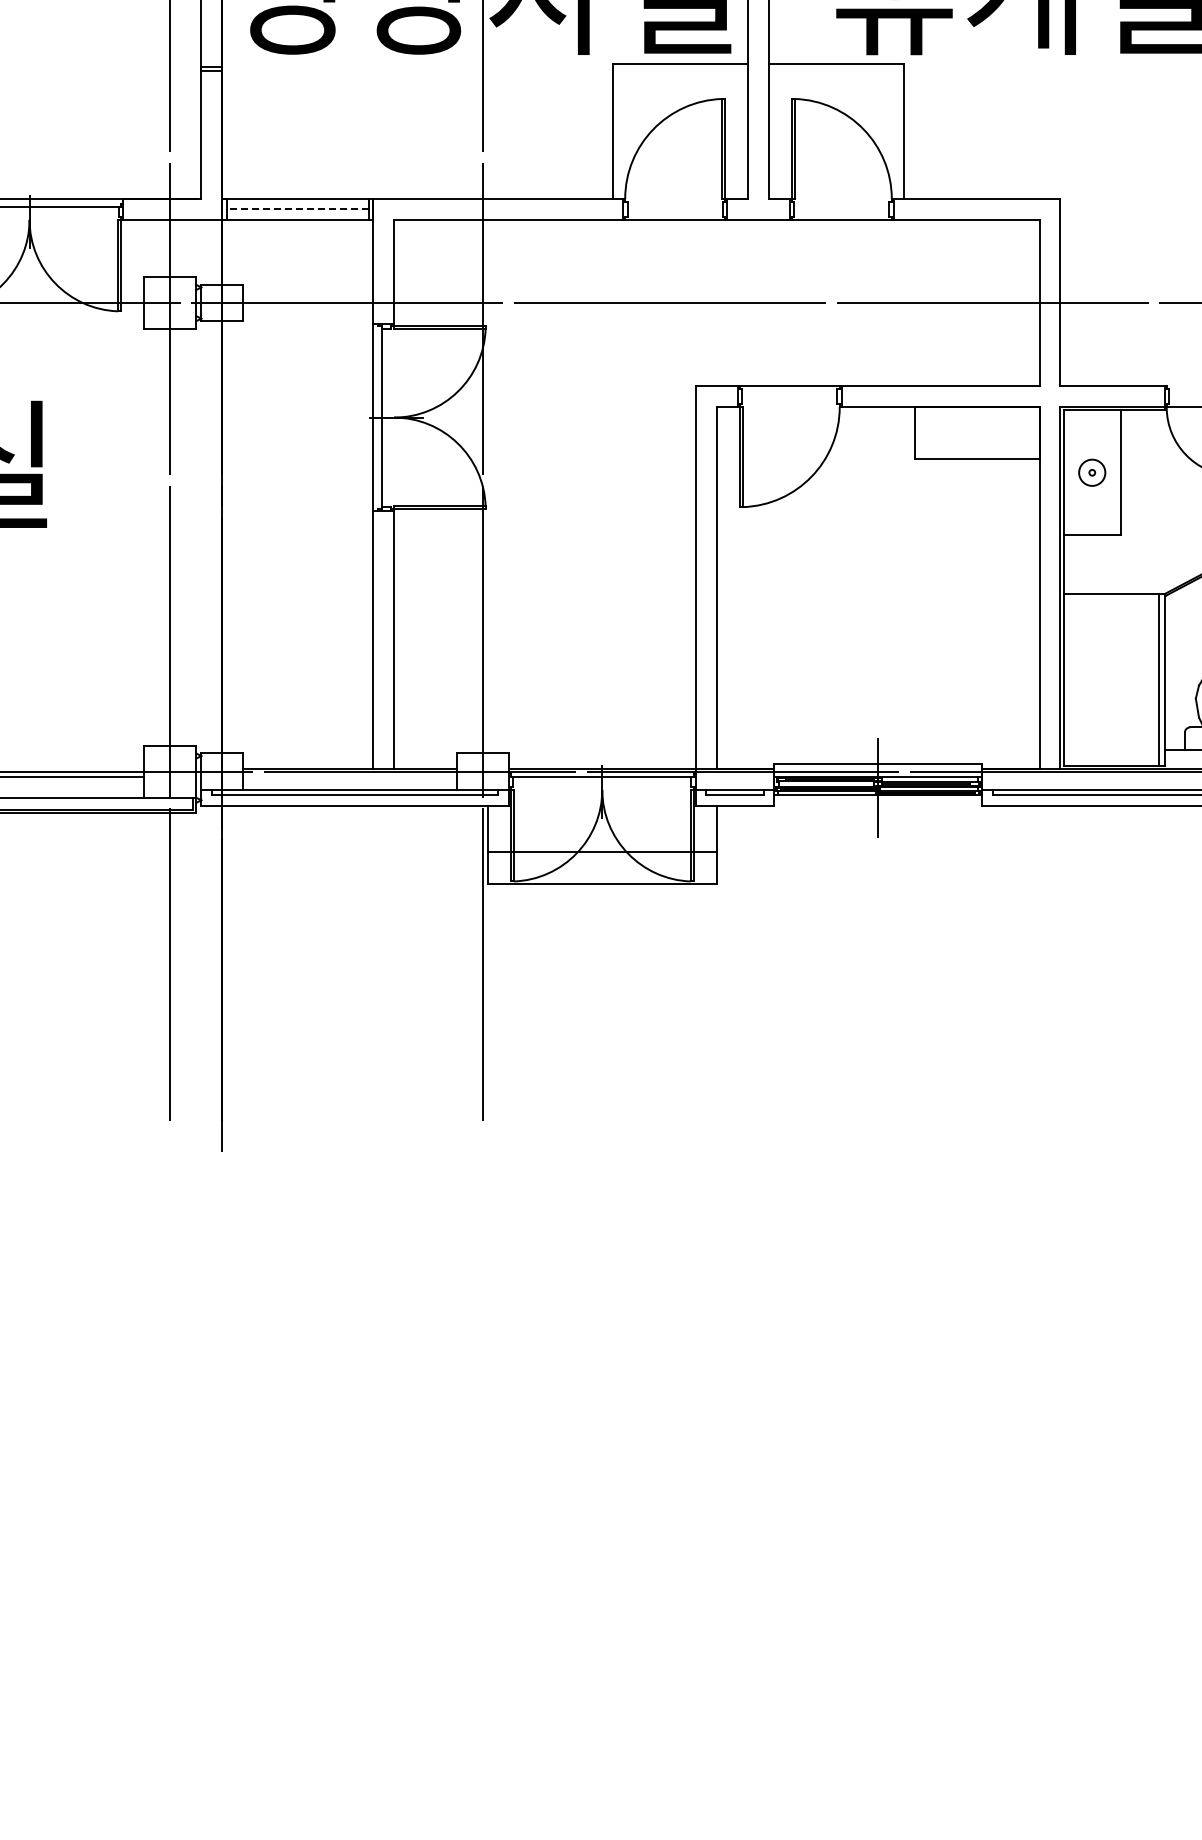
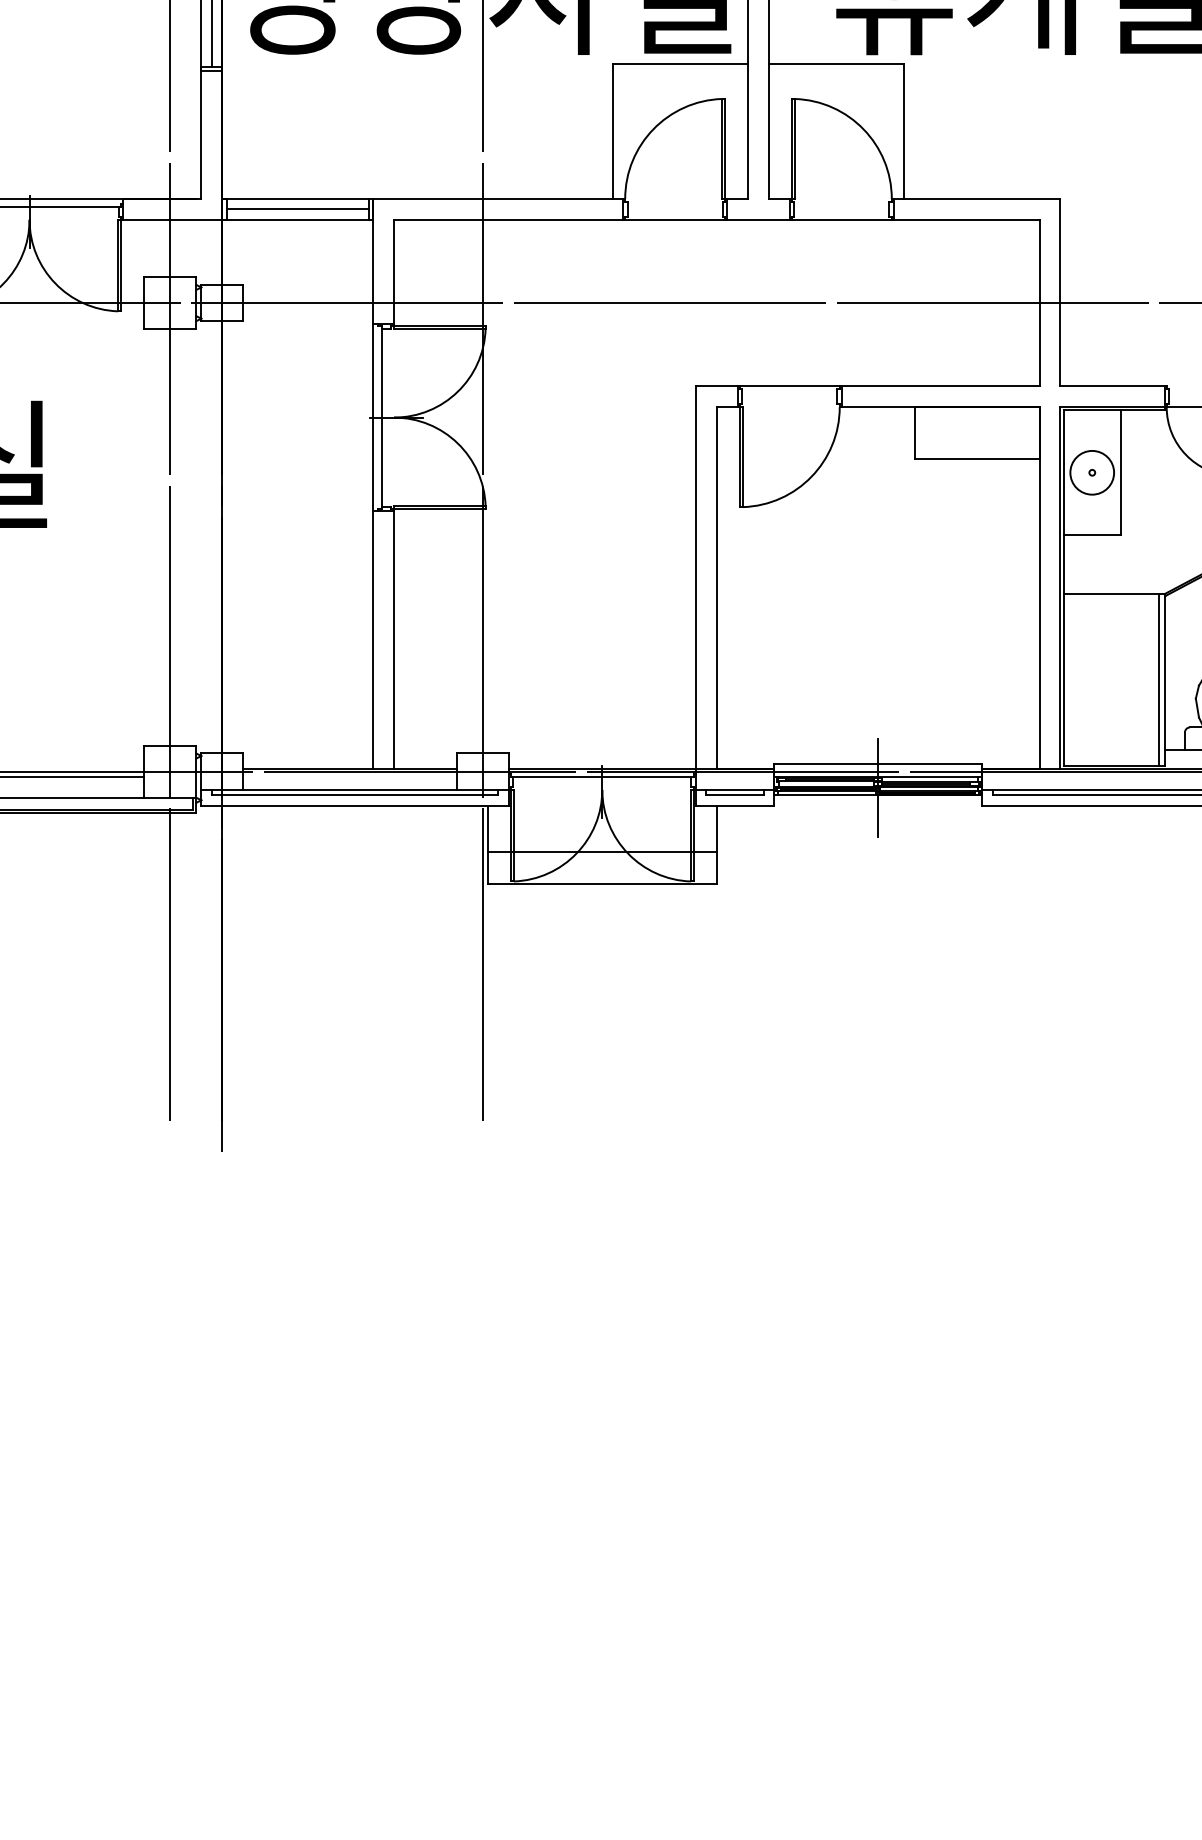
line at (211, 34): none -> present
line at (297, 209): dashed -> solid
circle at (1092, 472) diameter: 26 px -> 44 px
